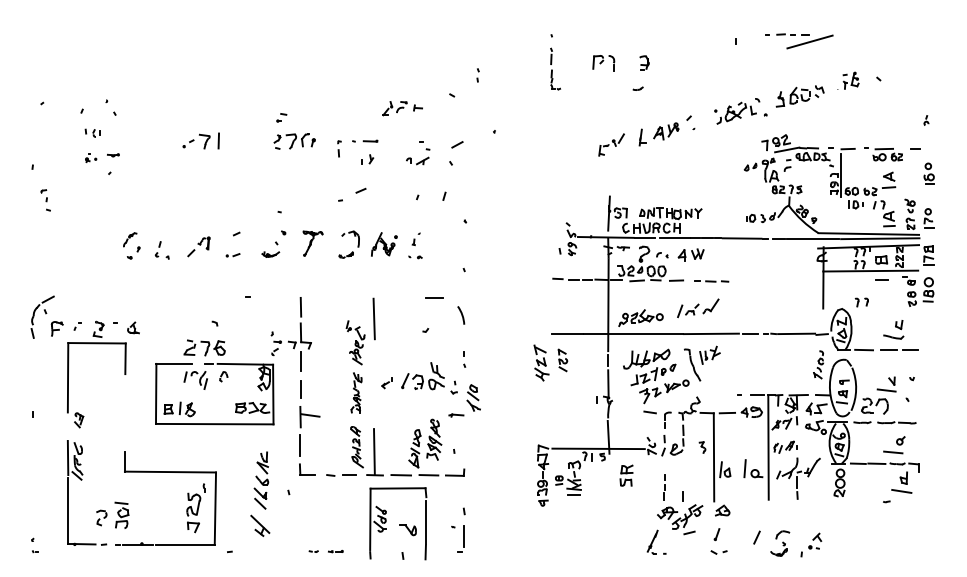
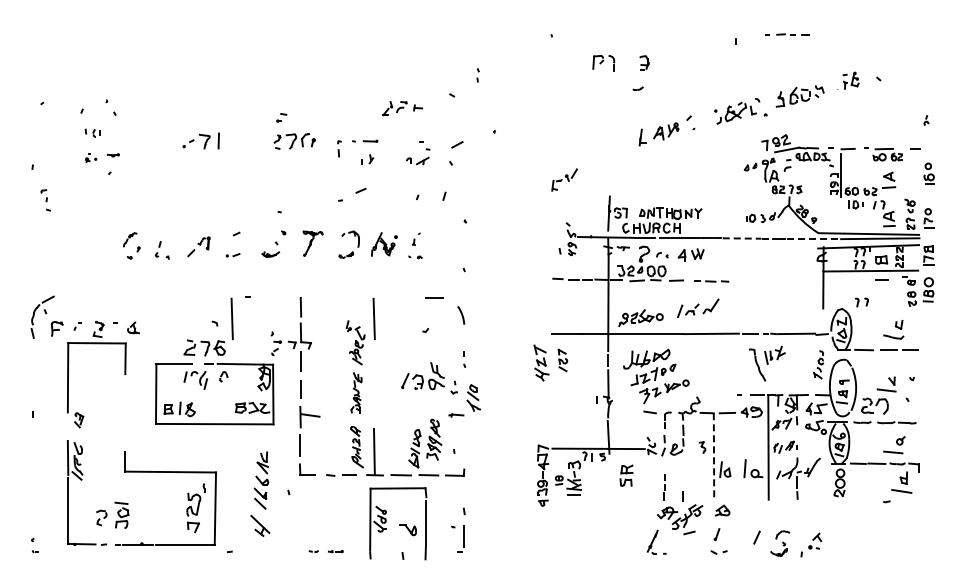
line at (809, 41): present -> none
part at (555, 68): present -> none
part at (611, 144) position: (611, 144) -> (564, 179)
line at (742, 238): solid -> dashed
line at (813, 239): solid -> dashed
line at (231, 318): none -> present
part at (702, 363) position: (702, 363) -> (767, 363)
part at (386, 383): present -> none
line at (714, 457): solid -> dashed
